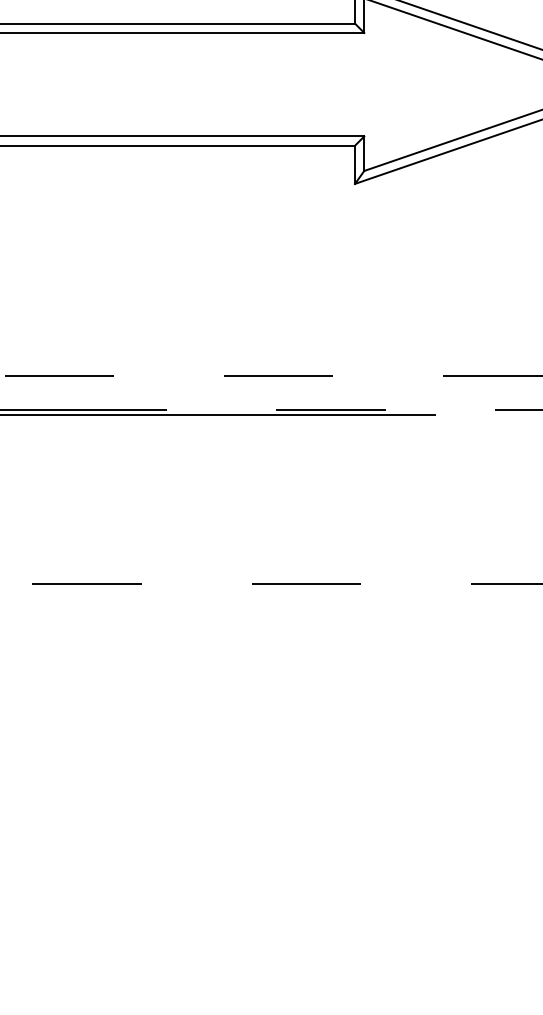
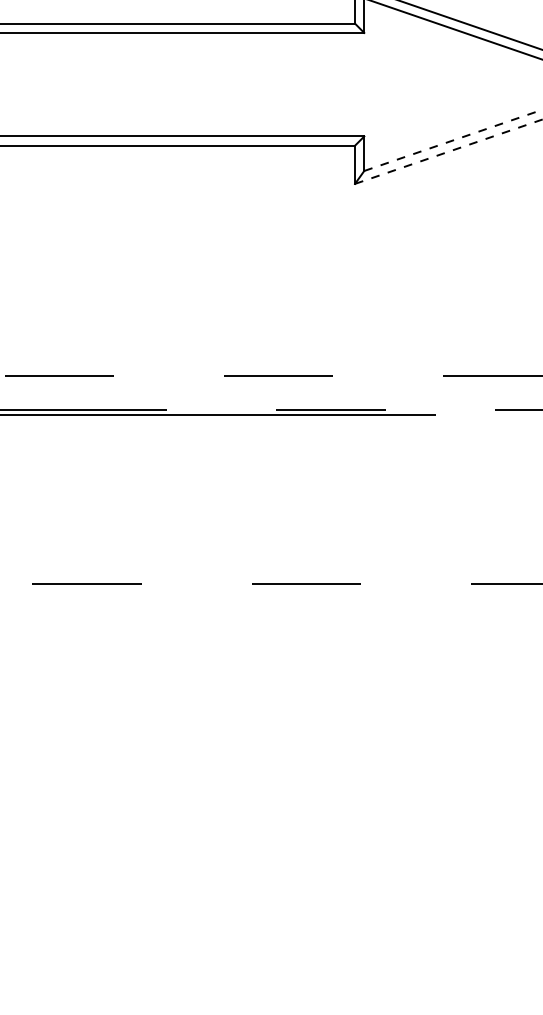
line at (453, 140): solid -> dashed
line at (449, 151): solid -> dashed
